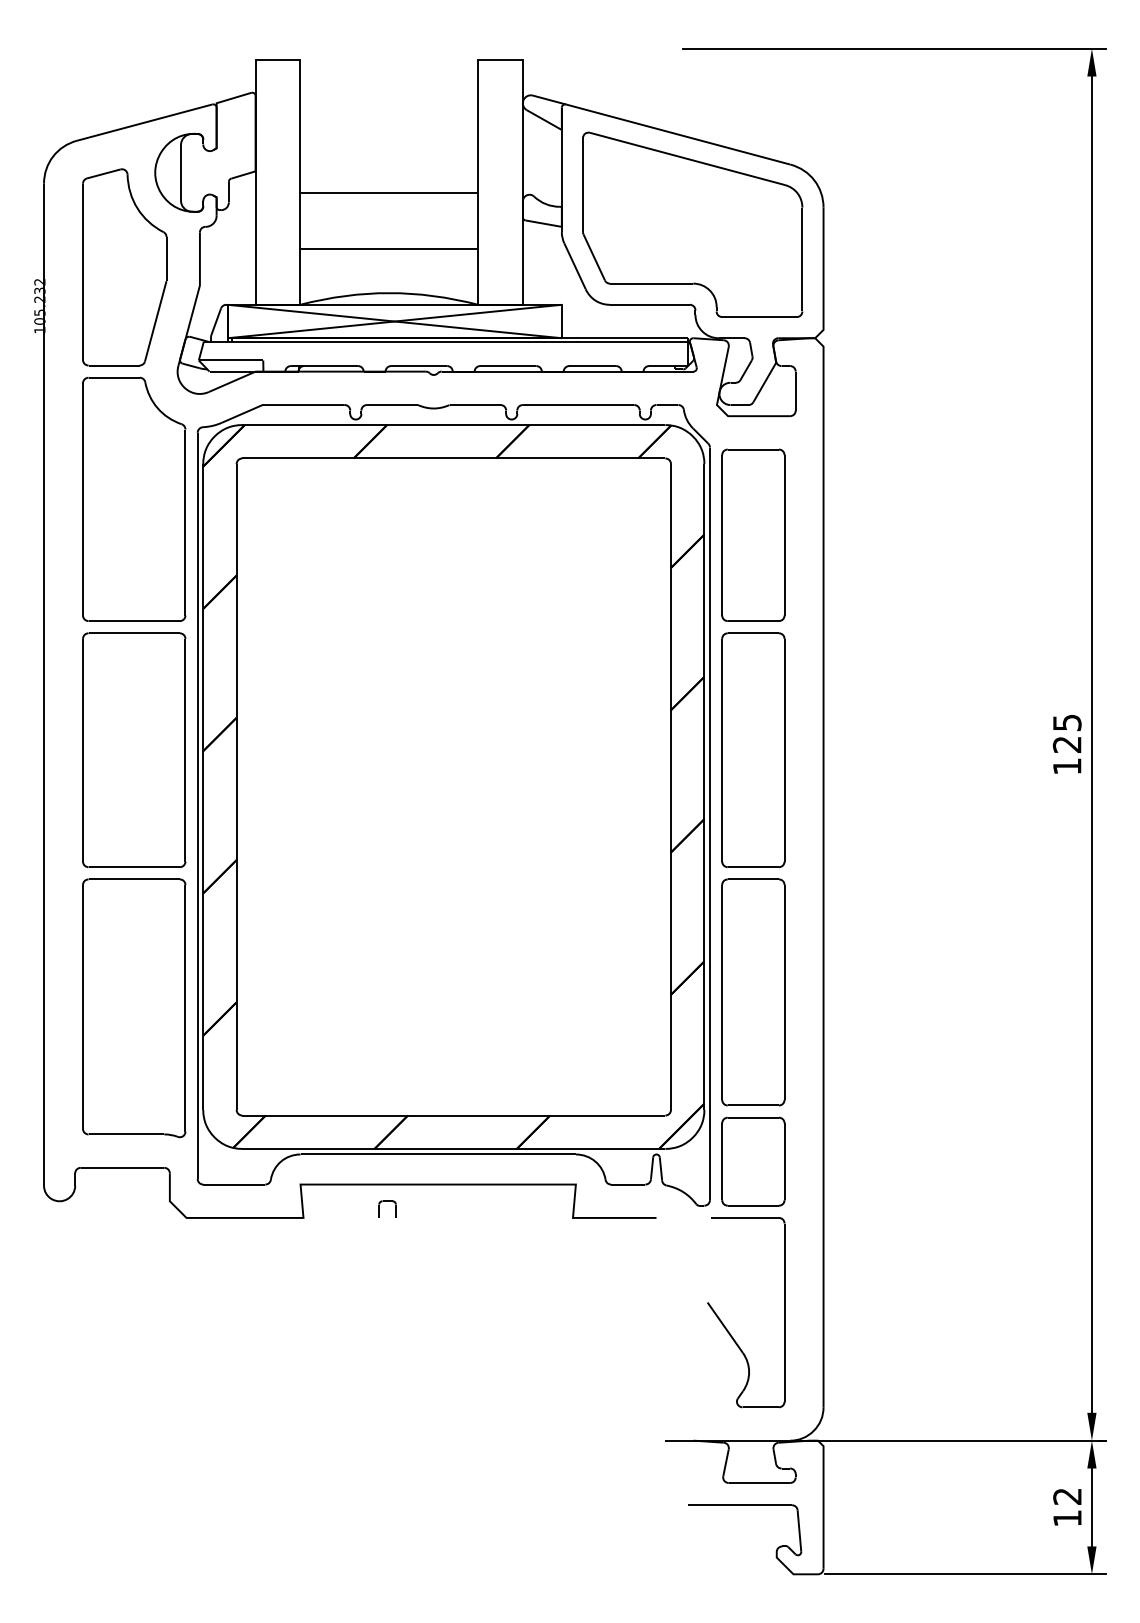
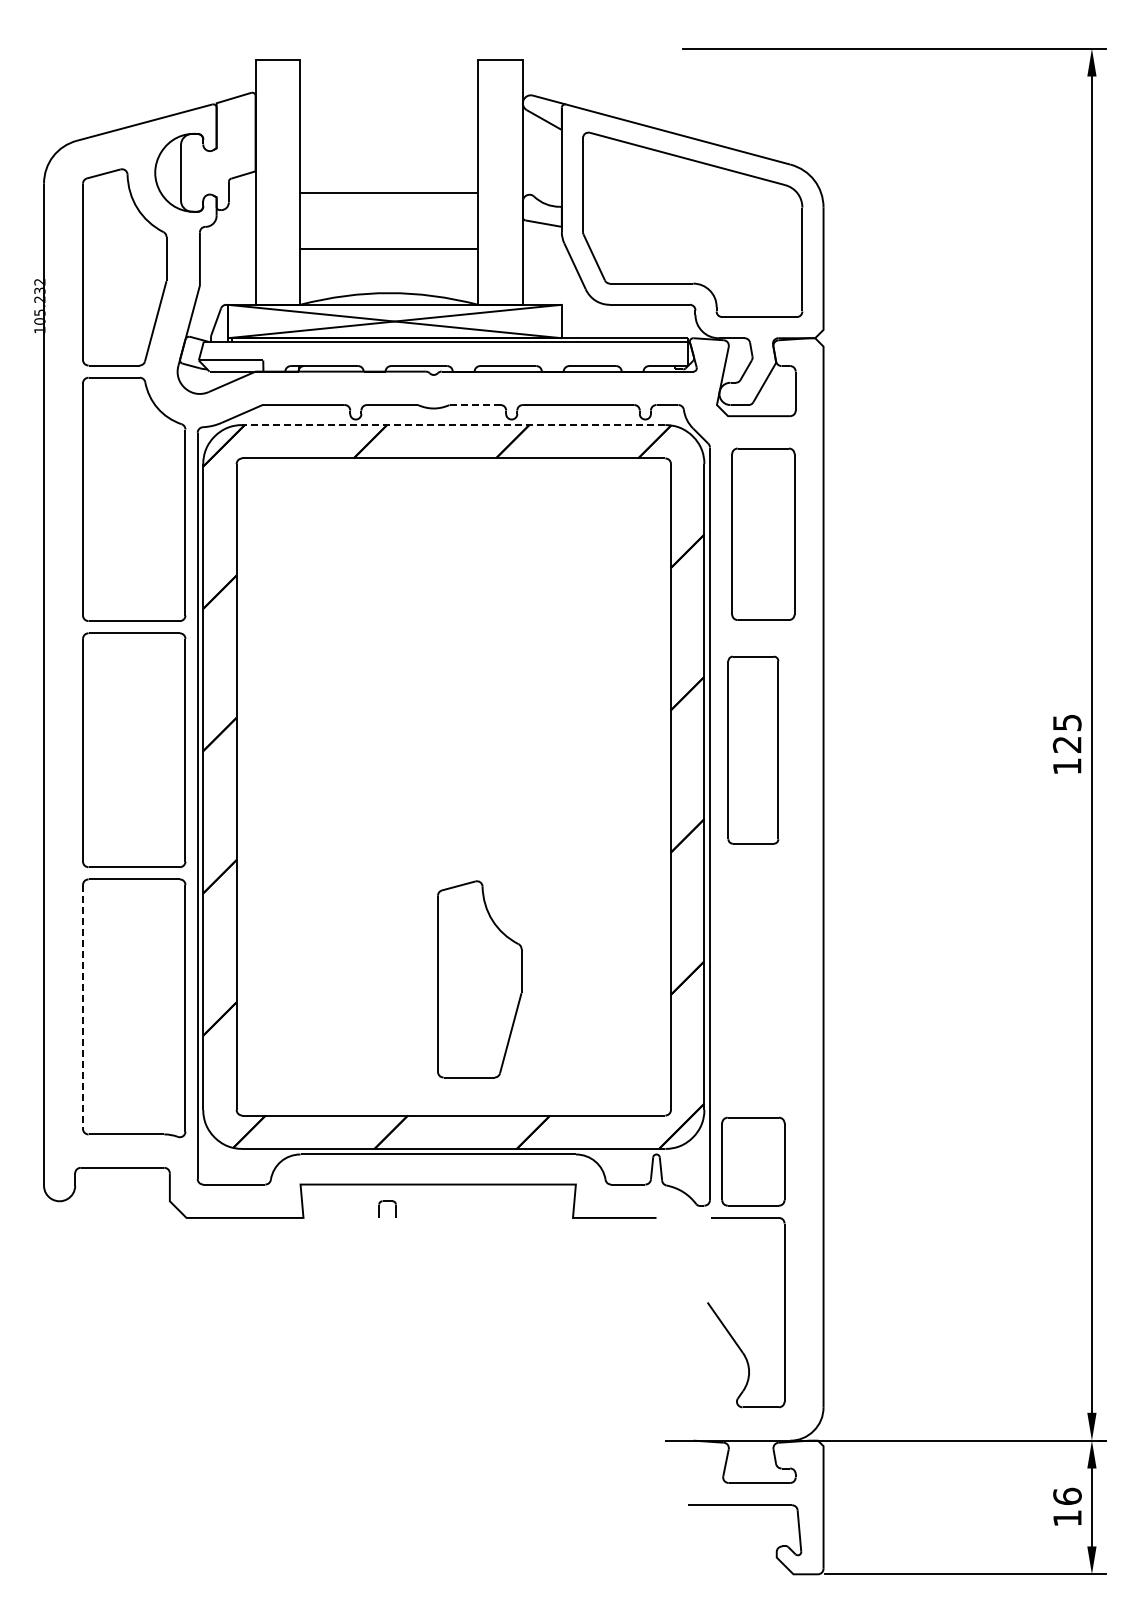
line at (475, 405): solid -> dashed
line at (453, 425): solid -> dashed
part at (753, 534) position: (753, 534) -> (763, 533)
part at (753, 749) size: 65x236 px -> 53x190 px
part at (479, 979): none -> present
part at (753, 992): present -> none
line at (83, 1006): solid -> dashed
text at (1067, 1495): 12 -> 16
